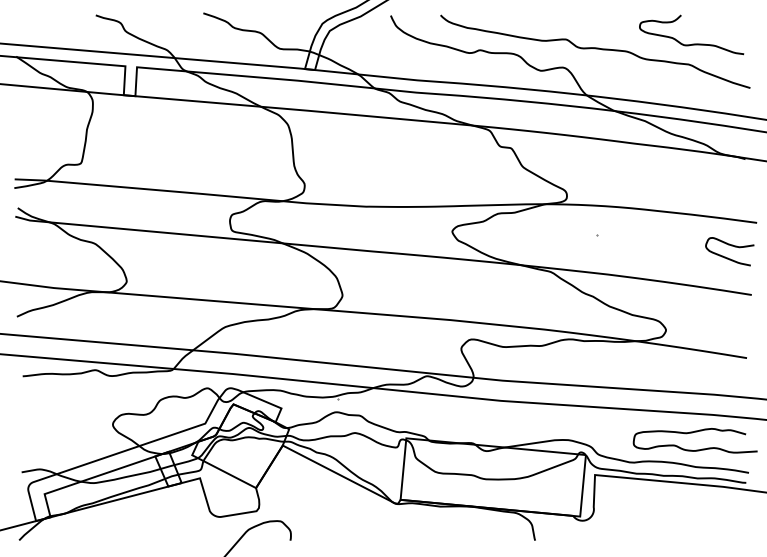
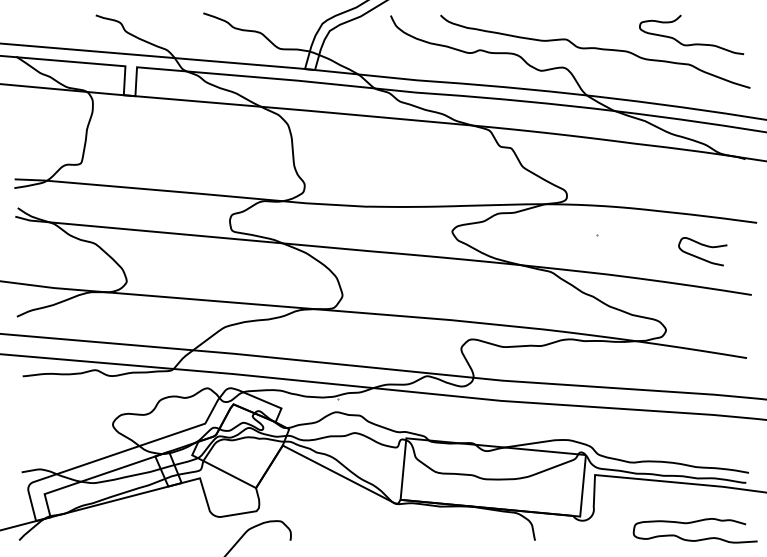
curve at (731, 246) position: (731, 246) -> (704, 246)
curve at (692, 433) position: (692, 433) -> (692, 523)
